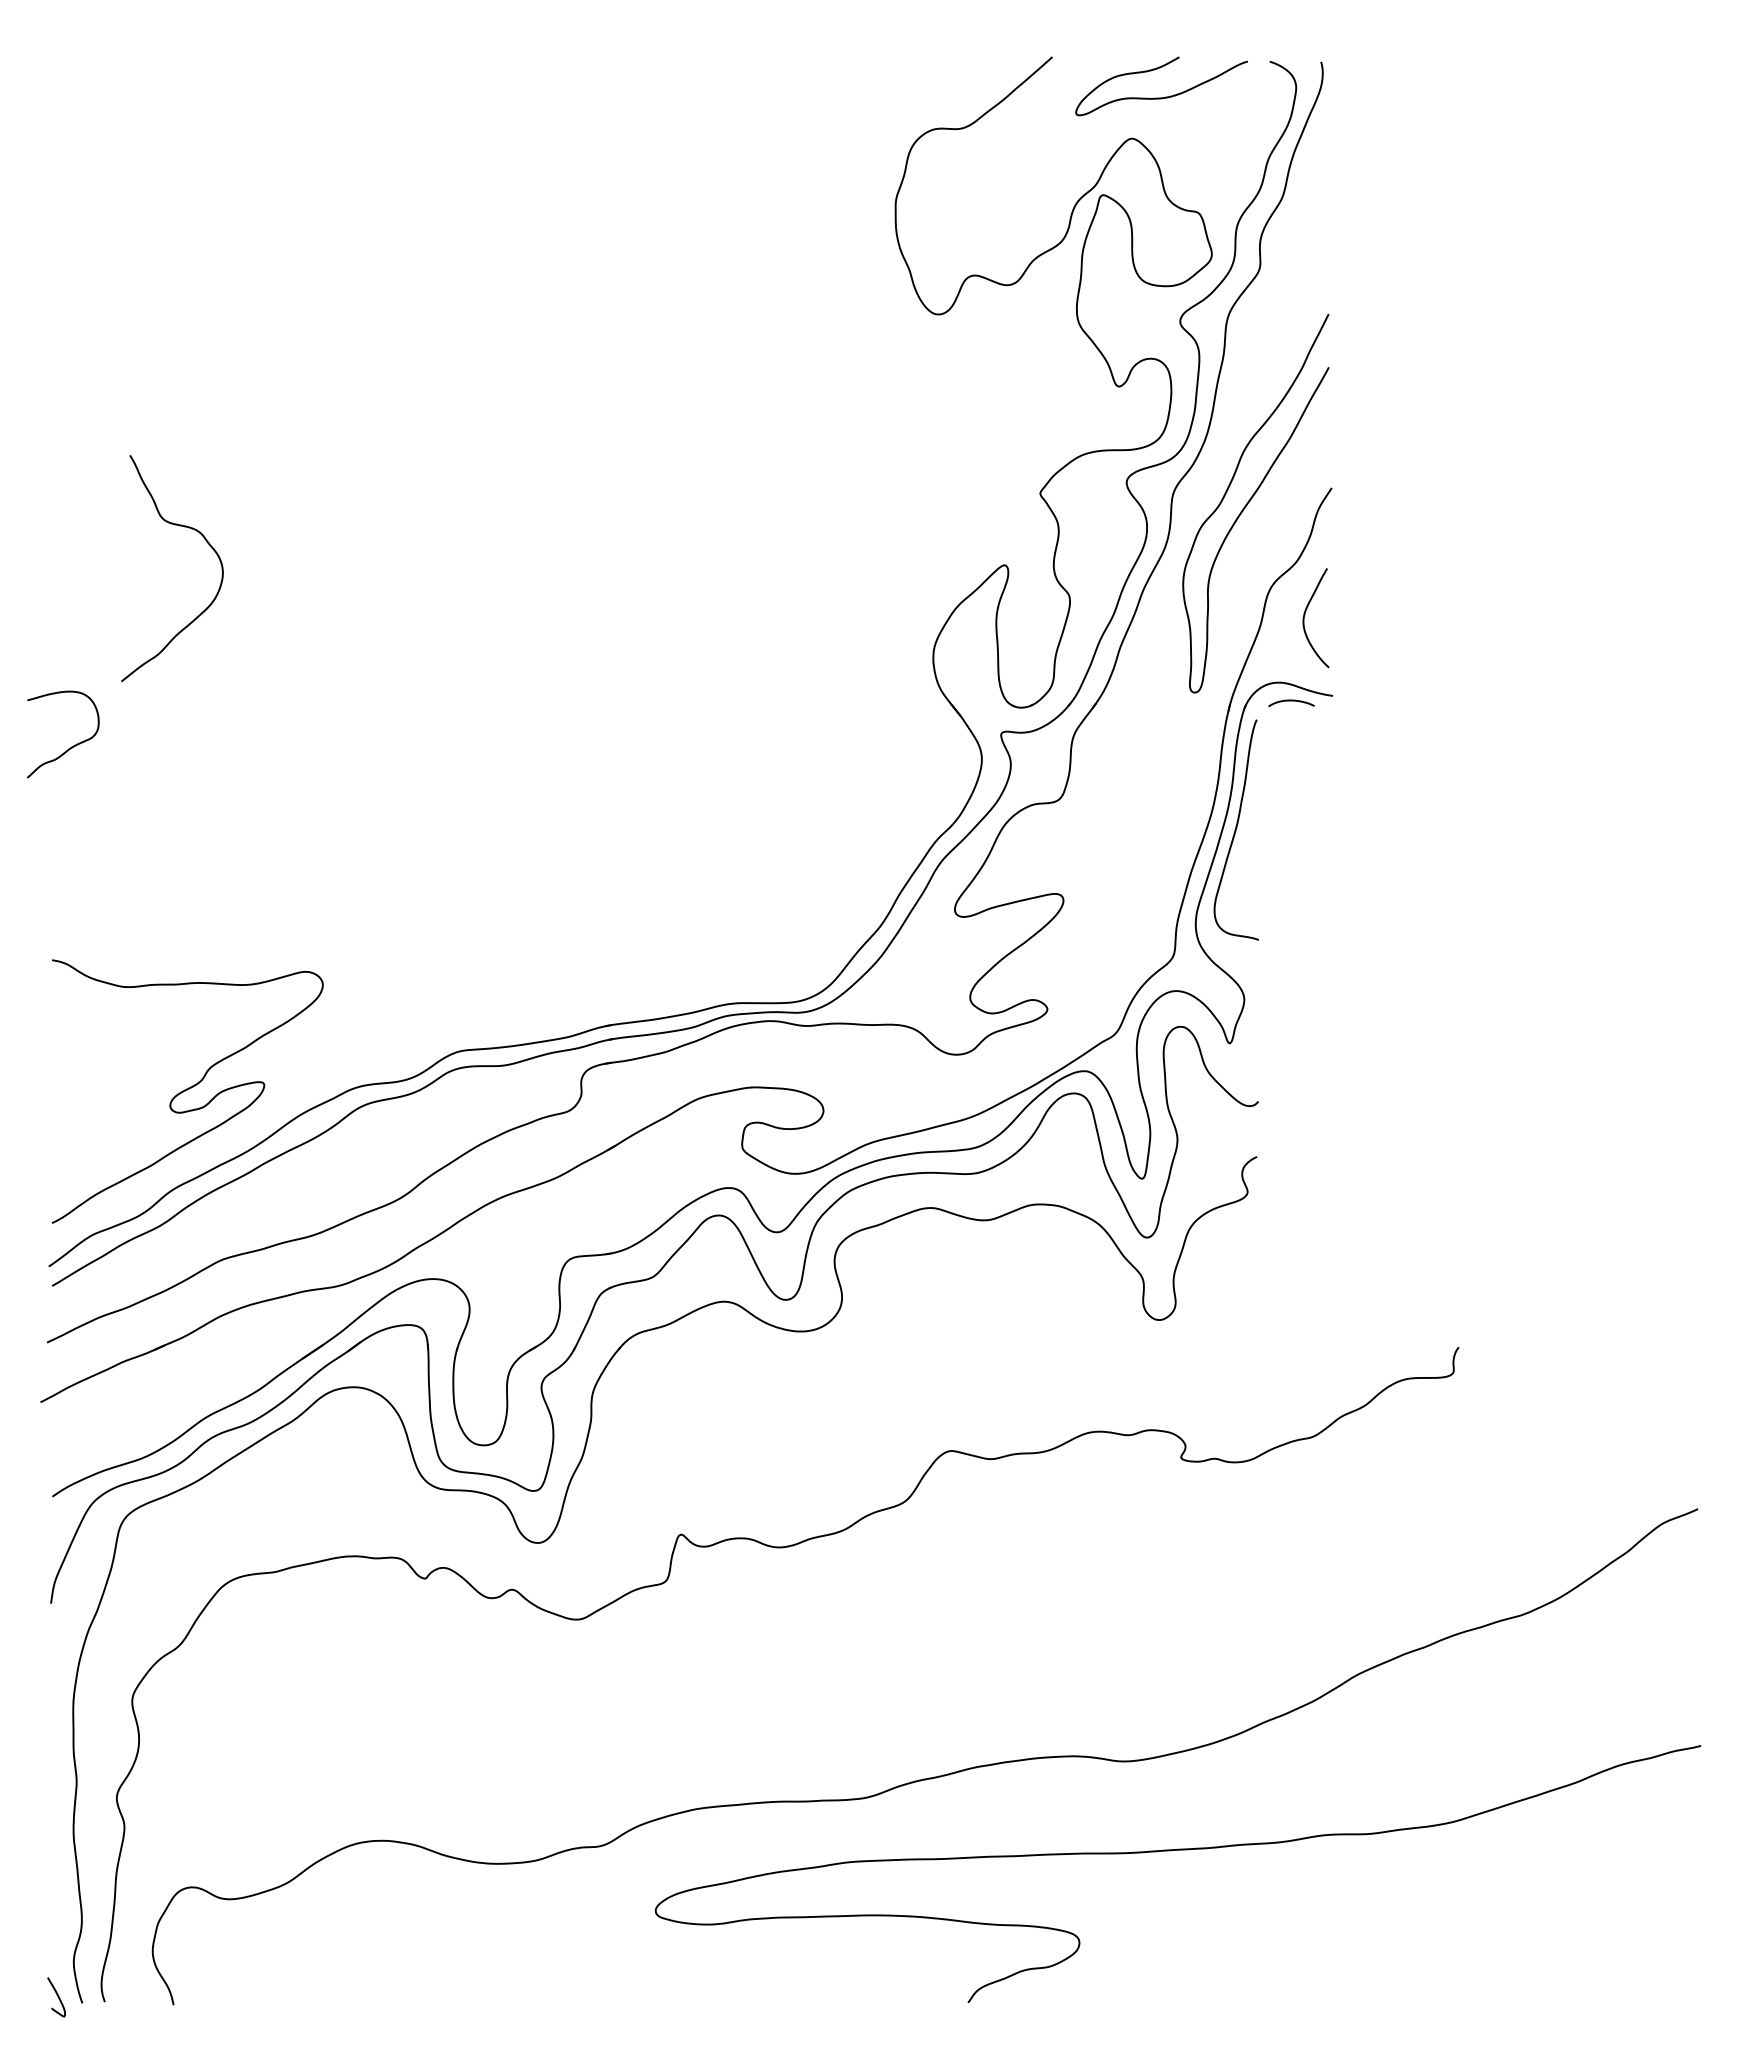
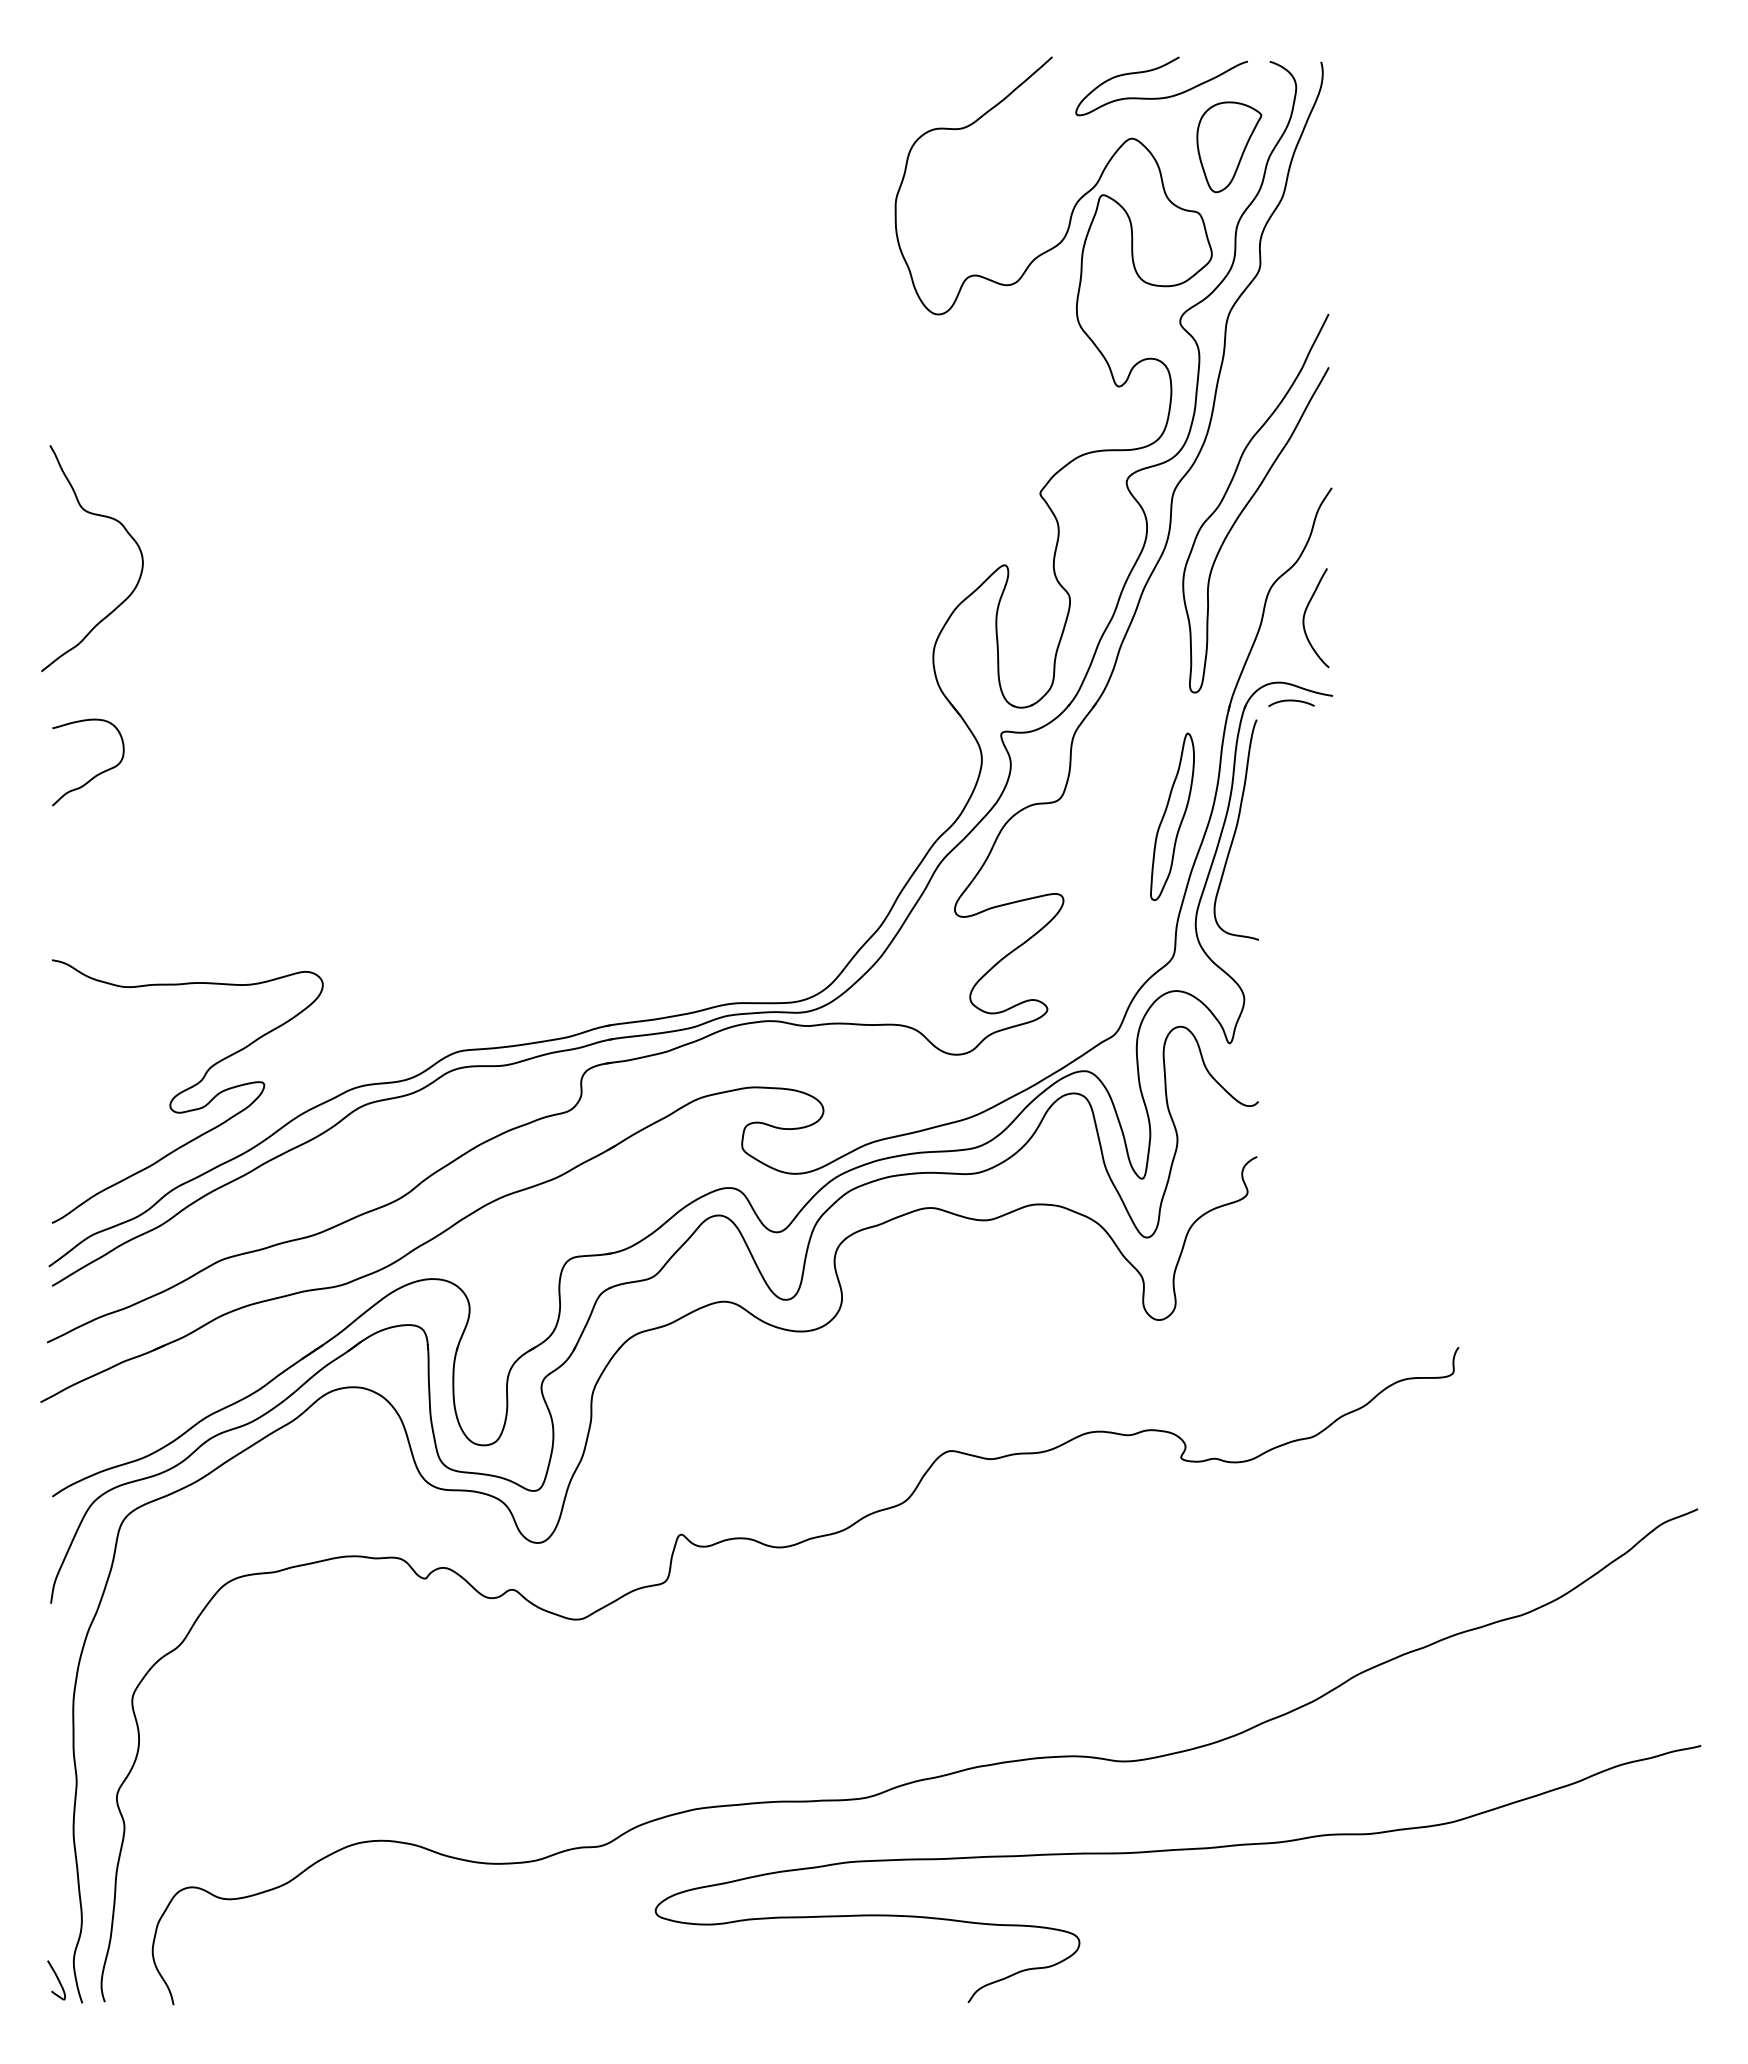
part at (1229, 147): none -> present
curve at (179, 526) position: (179, 526) -> (99, 516)
curve at (71, 746) position: (71, 746) -> (96, 774)
part at (1172, 816): none -> present
curve at (57, 1997) position: (57, 1997) -> (57, 1980)
